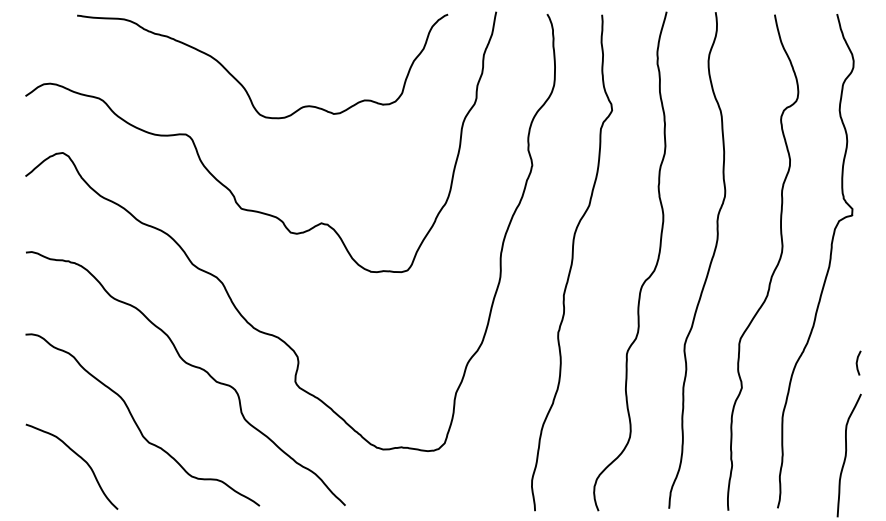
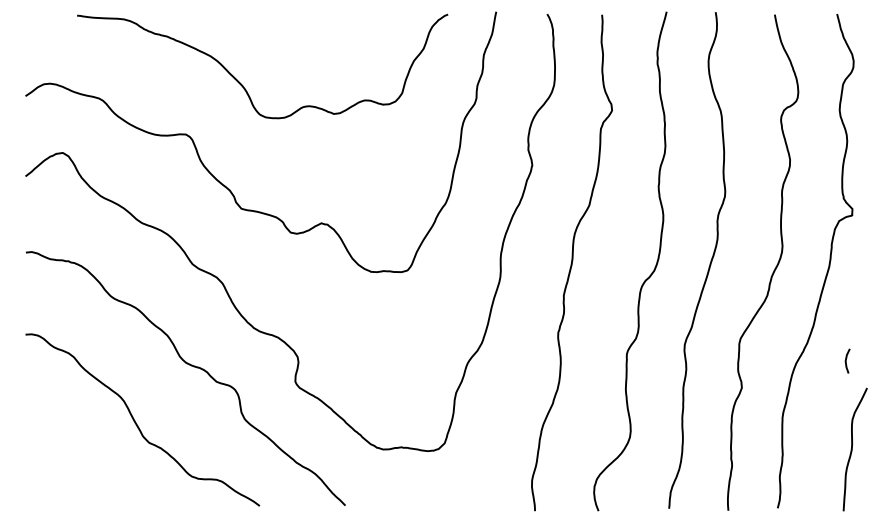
curve at (857, 362) position: (857, 362) -> (846, 360)
curve at (846, 455) position: (846, 455) -> (852, 449)
curve at (79, 457): present -> none
